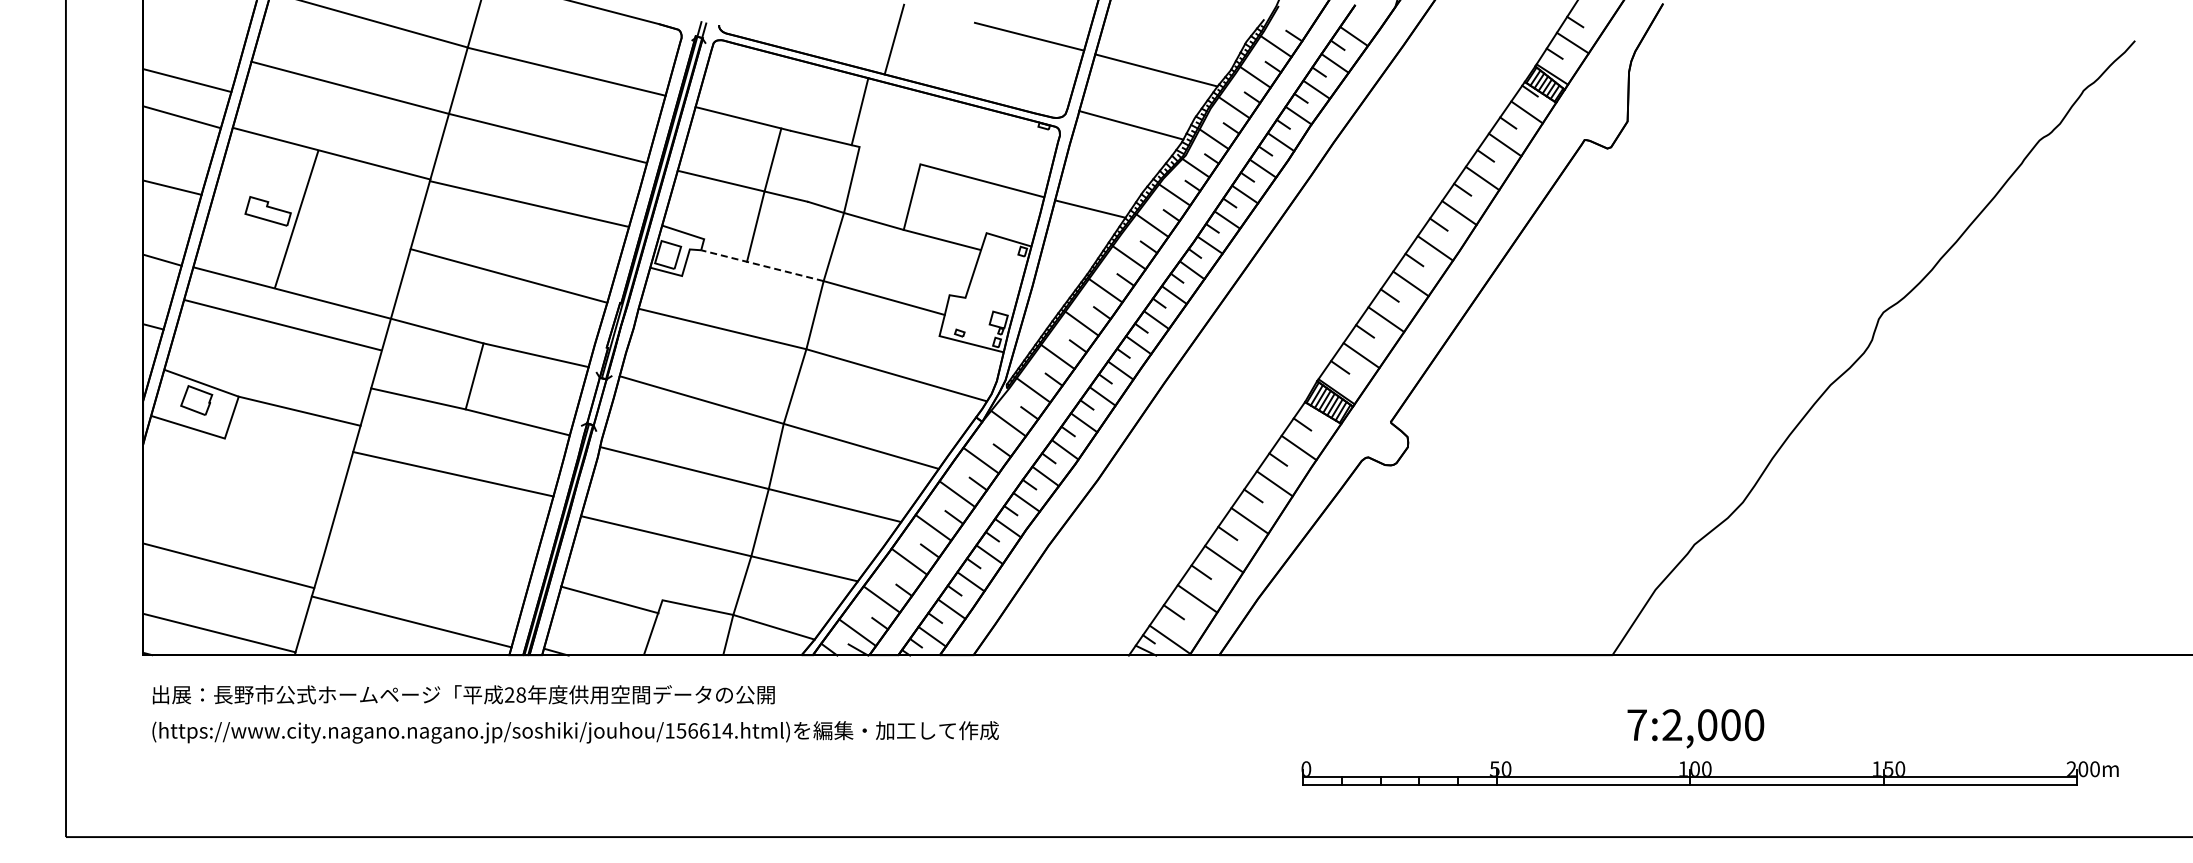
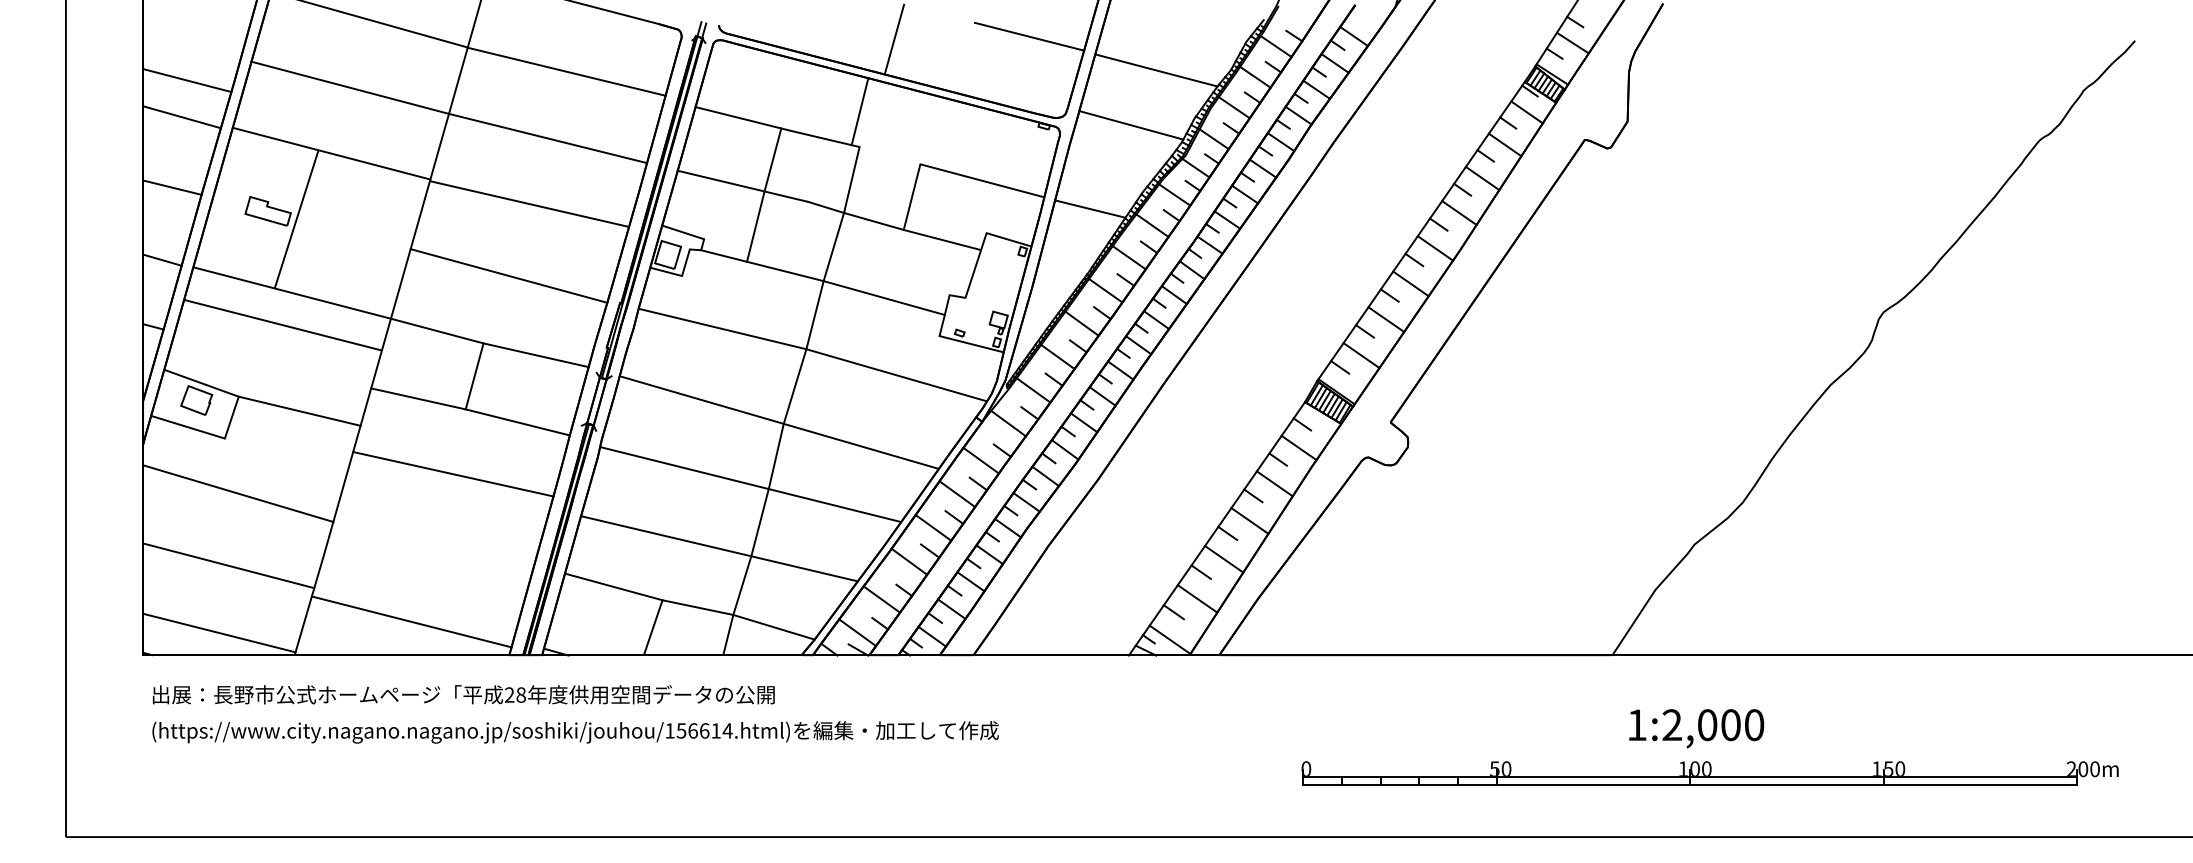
line at (761, 265): dashed -> solid
line at (238, 493): none -> present
line at (609, 599) position: (609, 599) -> (613, 586)
text at (1636, 724): 7:2,000 -> 1:2,000
